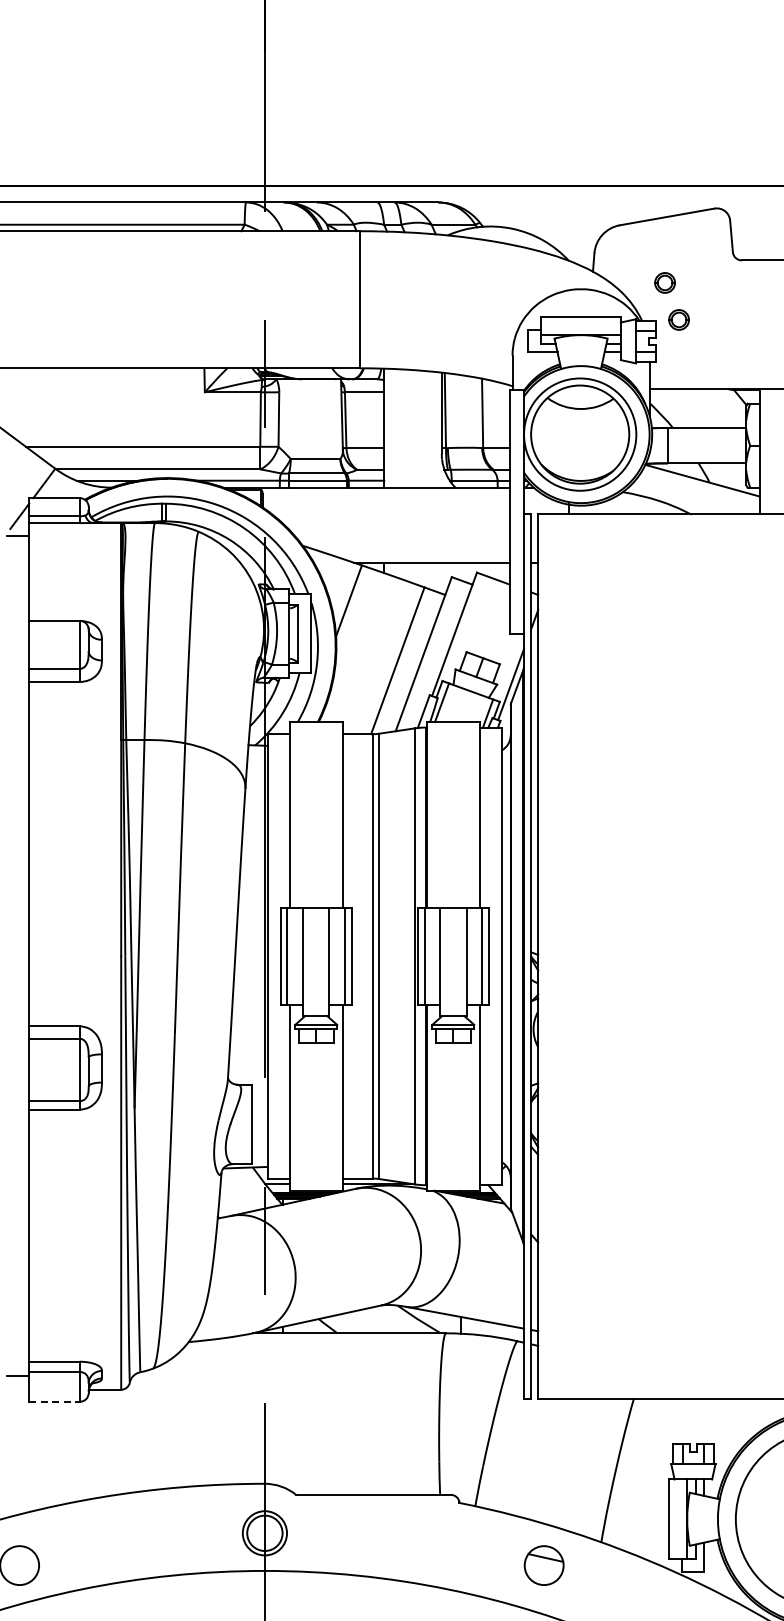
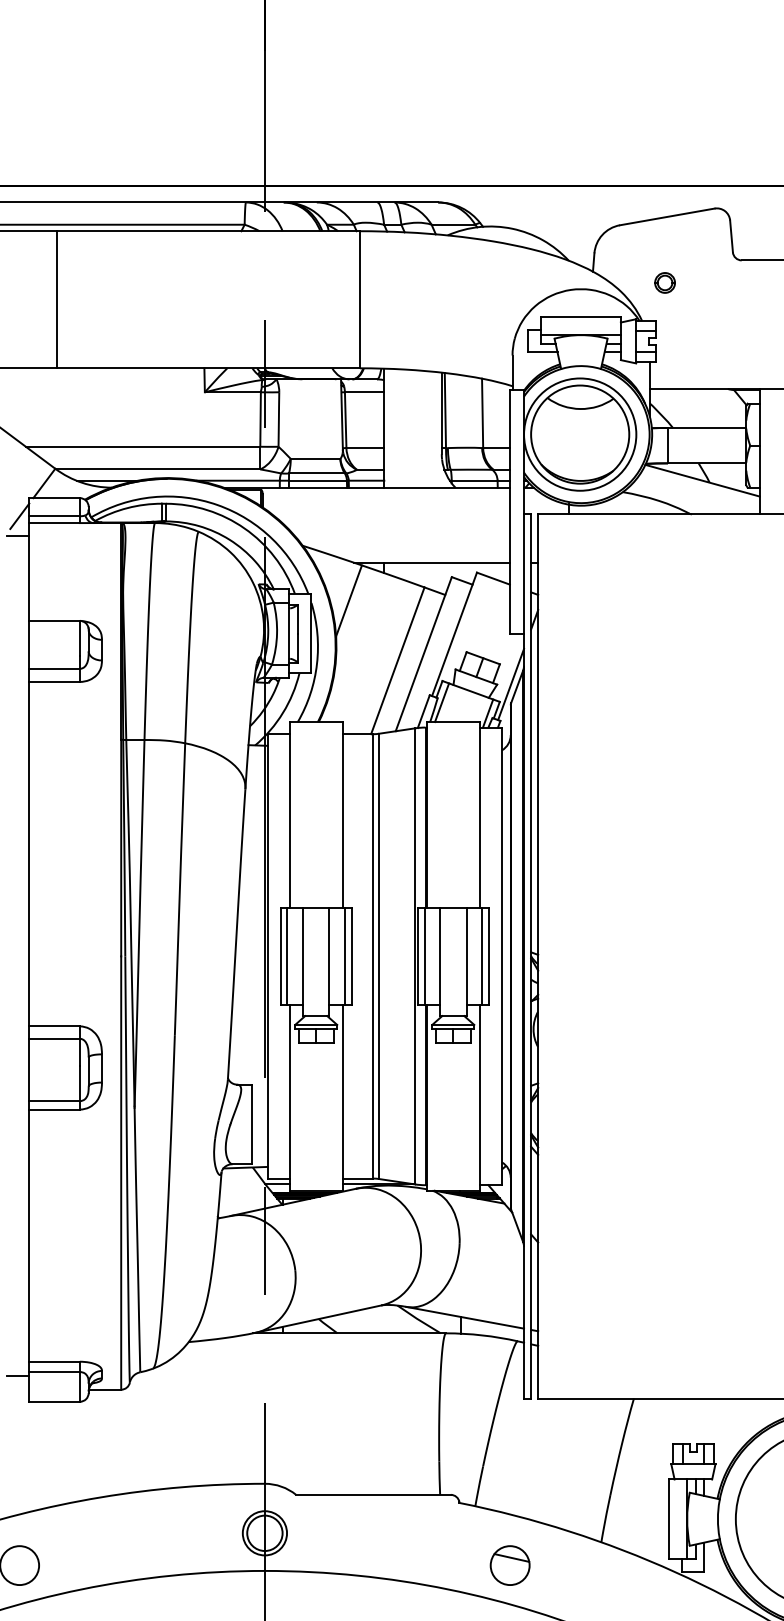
line at (57, 299): none -> present
part at (678, 319): present -> none
line at (55, 1401): dashed -> solid
part at (543, 1565) position: (543, 1565) -> (509, 1565)
